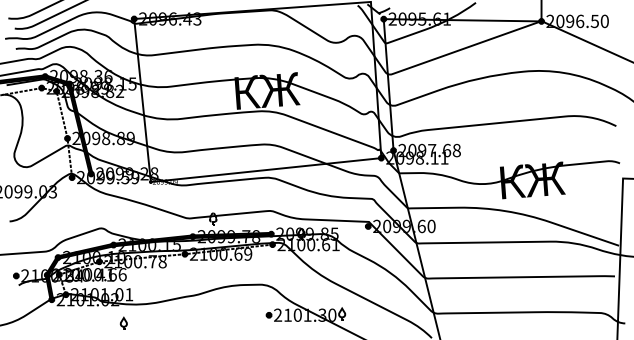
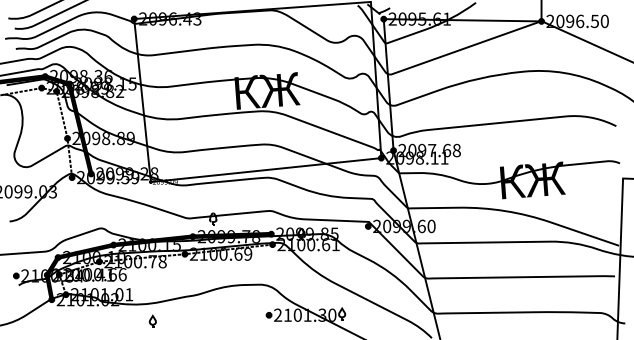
part at (123, 322) position: (123, 322) -> (152, 320)
